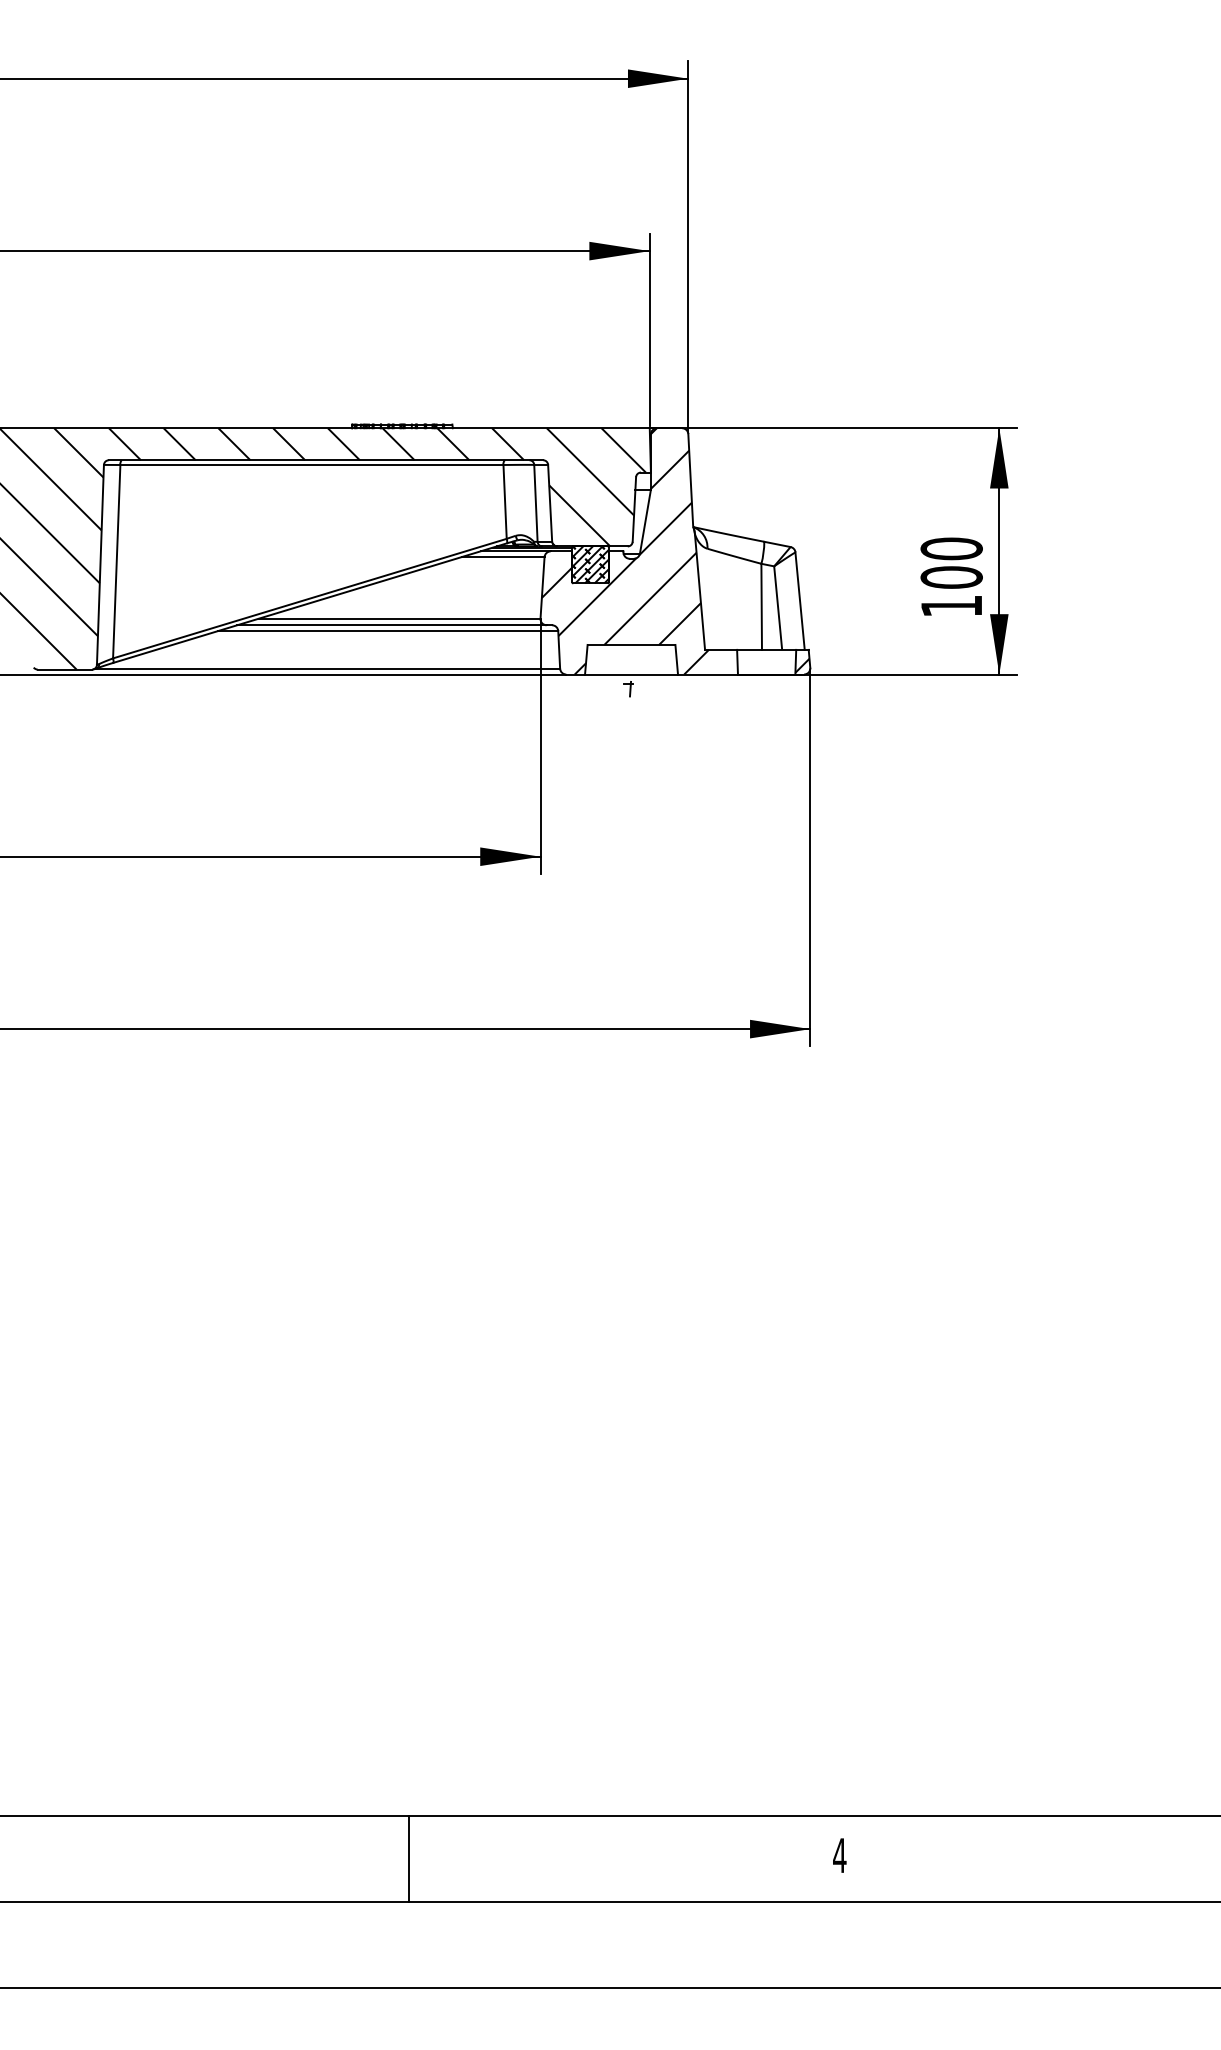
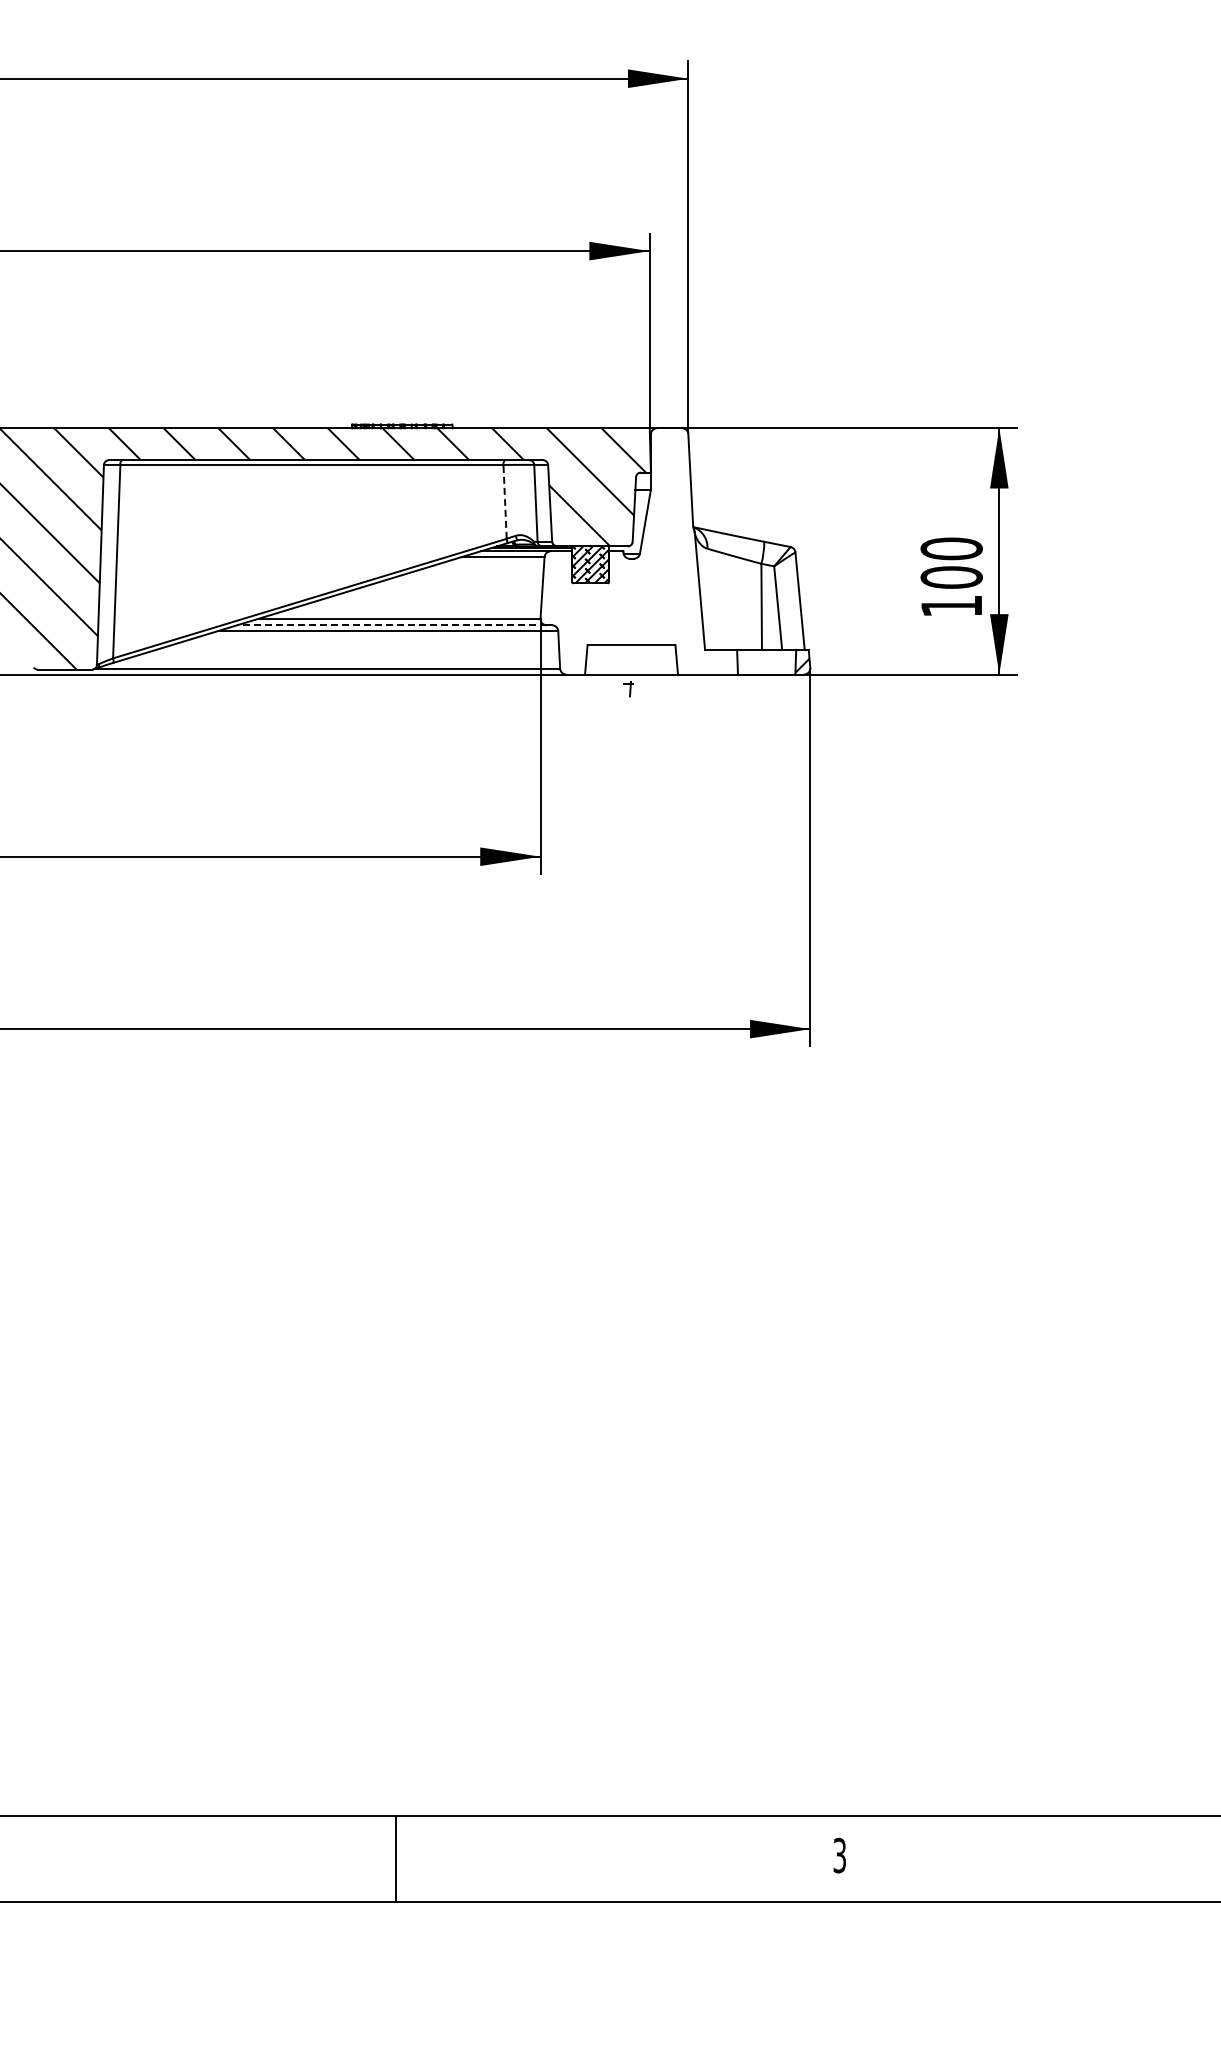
line at (505, 501): solid -> dashed
hatch at (624, 551): present -> none
line at (391, 625): solid -> dashed
text at (839, 1855): 4 -> 3
line at (408, 1859) position: (408, 1859) -> (395, 1859)
line at (609, 1988): present -> none
